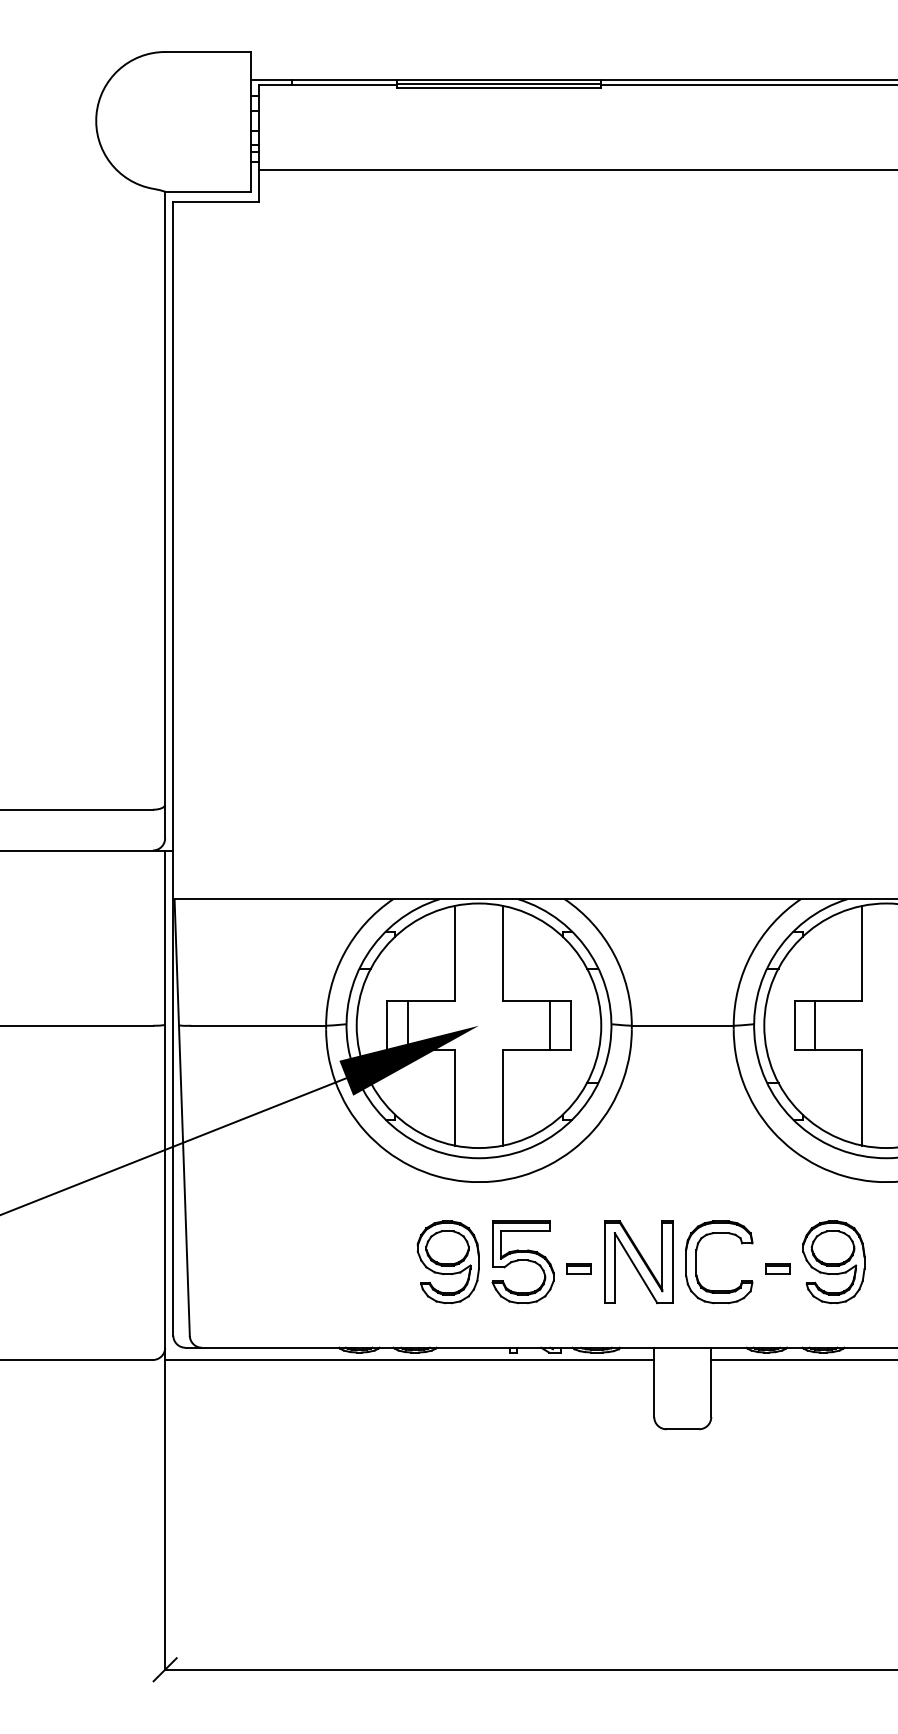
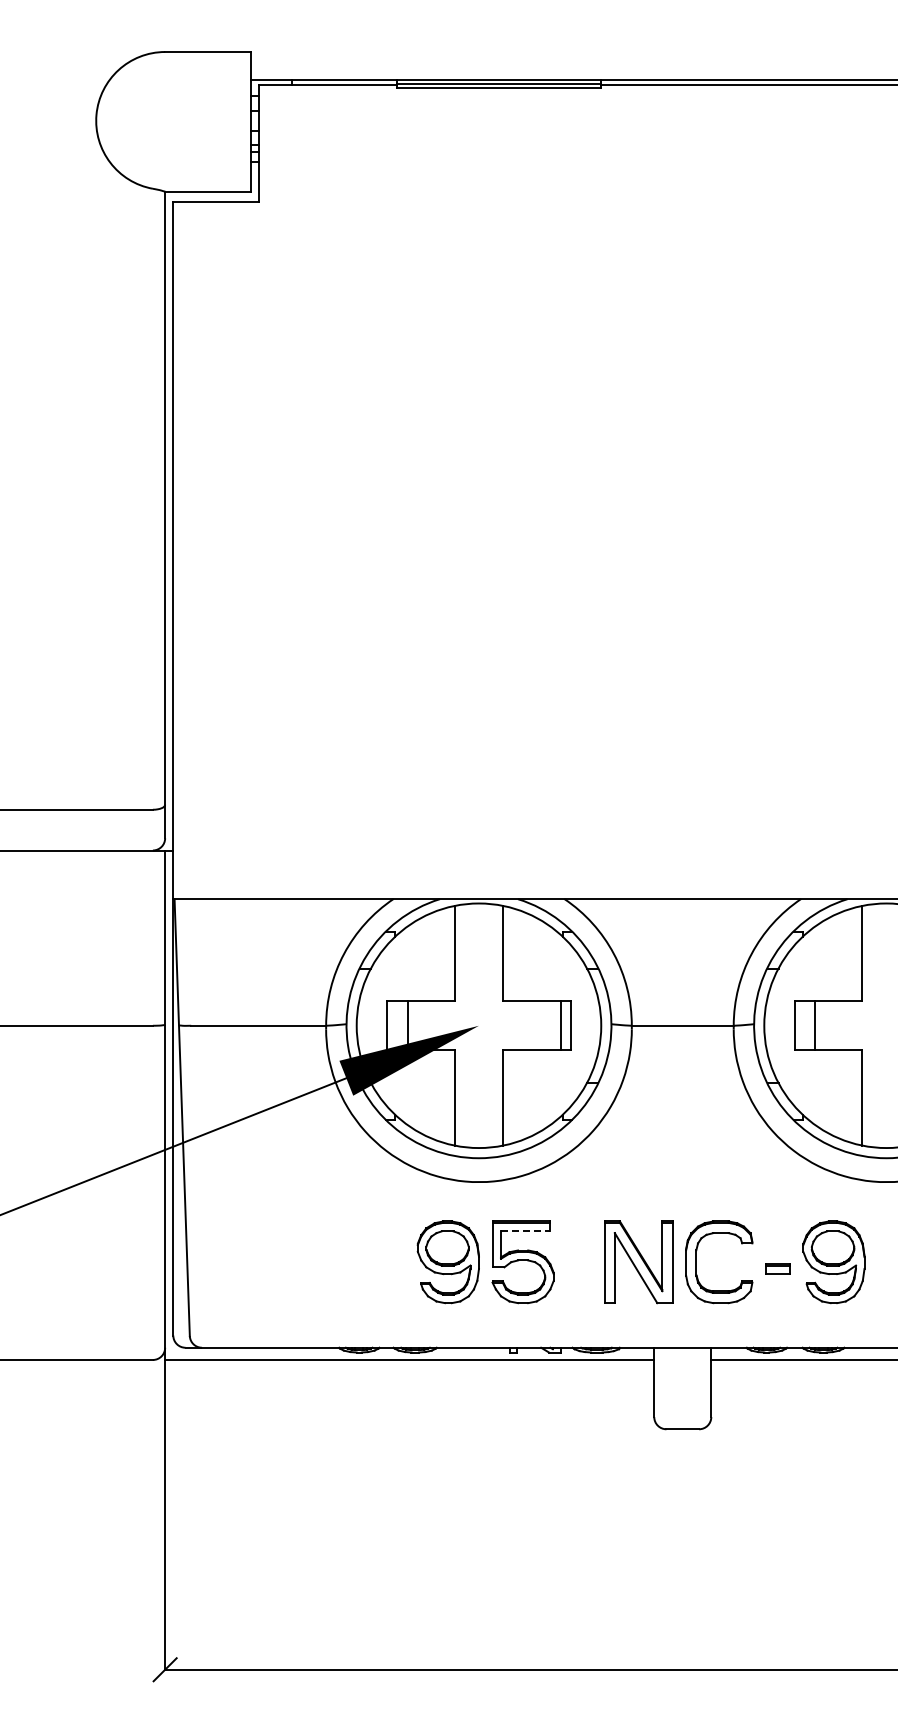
line at (576, 169): present -> none
line at (550, 1025) position: (550, 1025) -> (561, 1025)
line at (525, 1231): solid -> dashed
part at (578, 1268): present -> none
